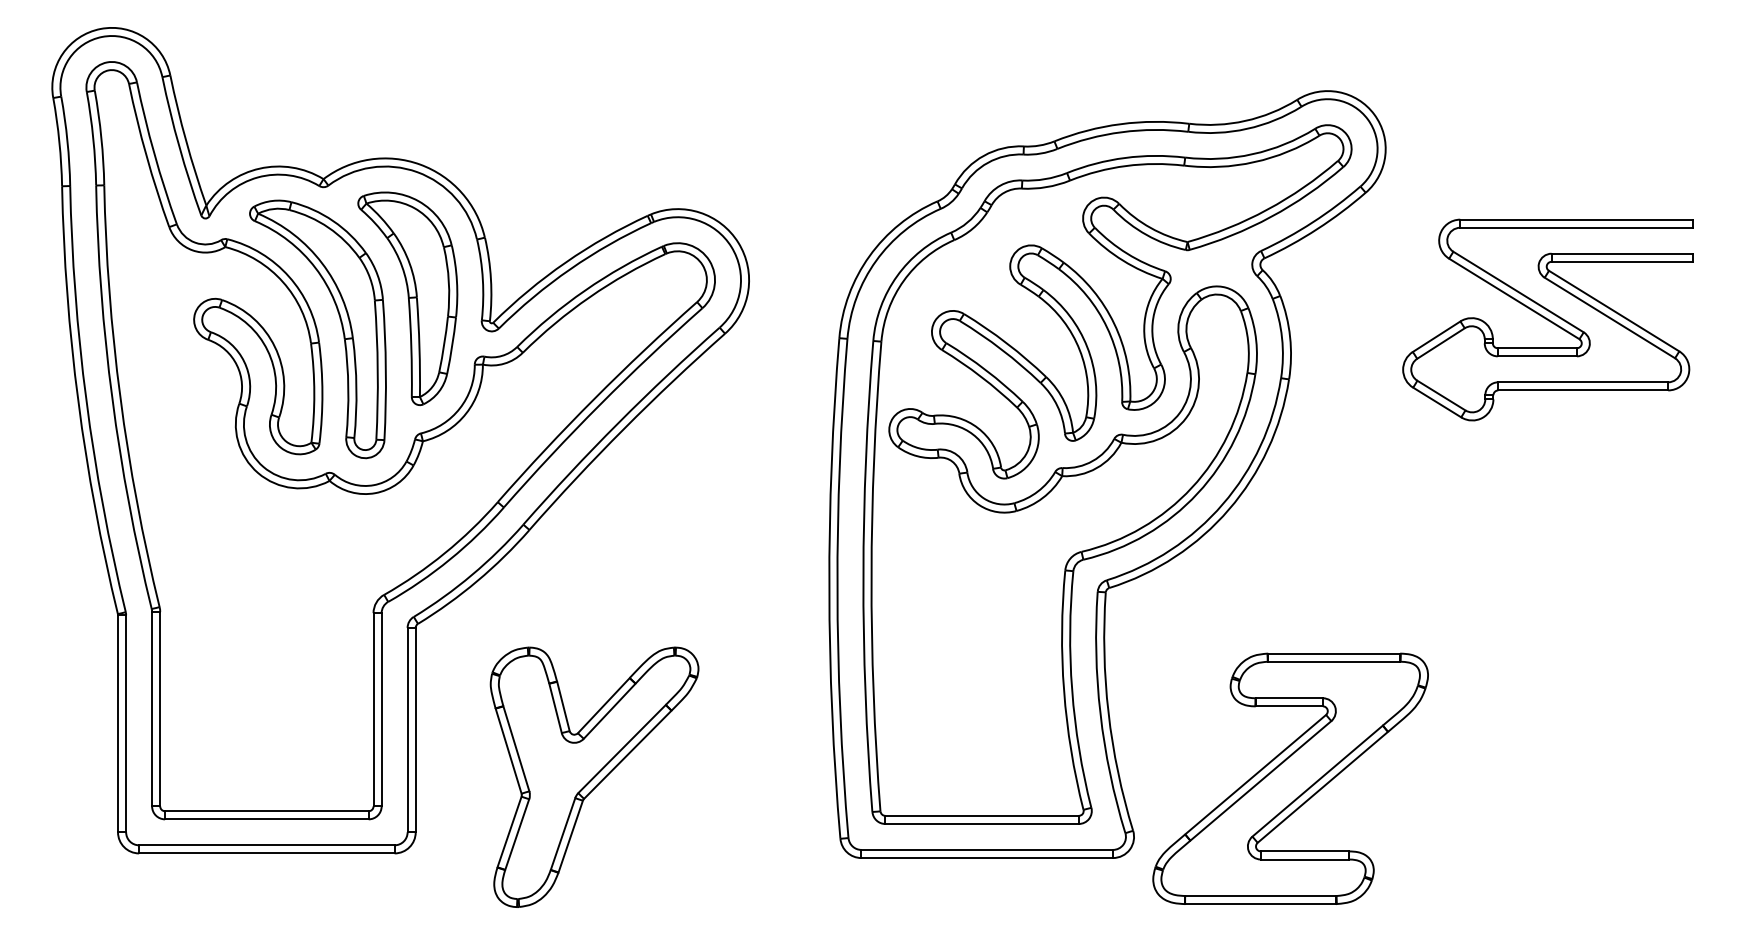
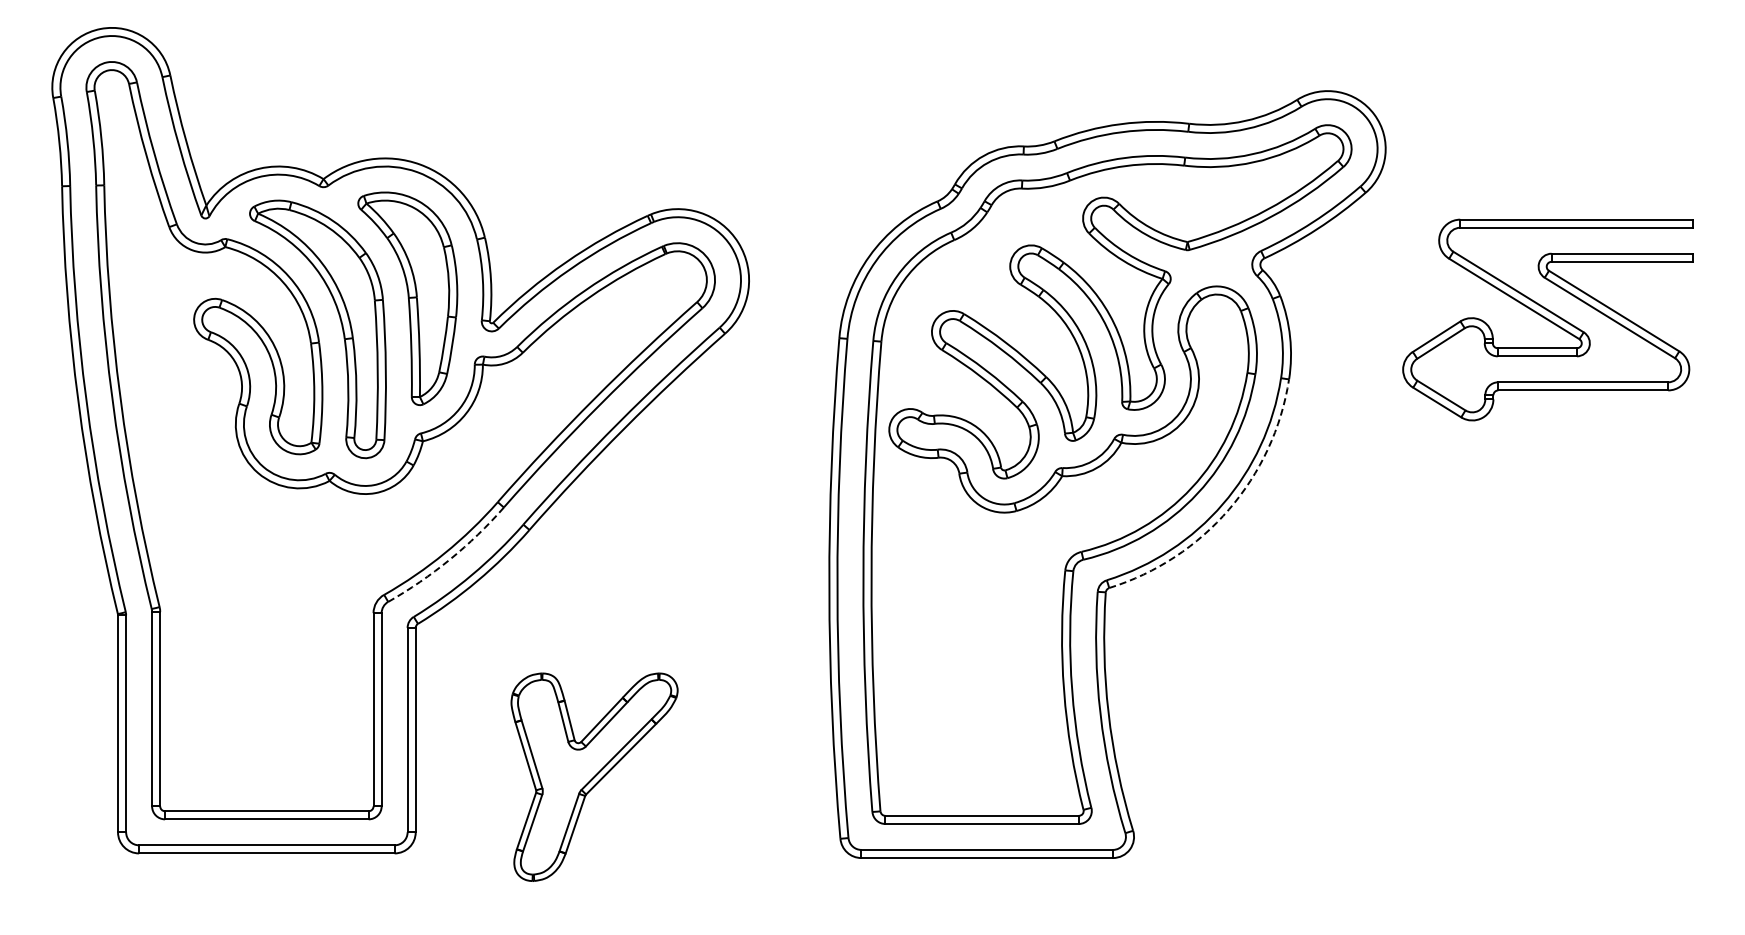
arc at (1229, 509): solid -> dashed
arc at (449, 559): solid -> dashed
part at (594, 776) size: 211x262 px -> 169x210 px
part at (1290, 778): present -> none
